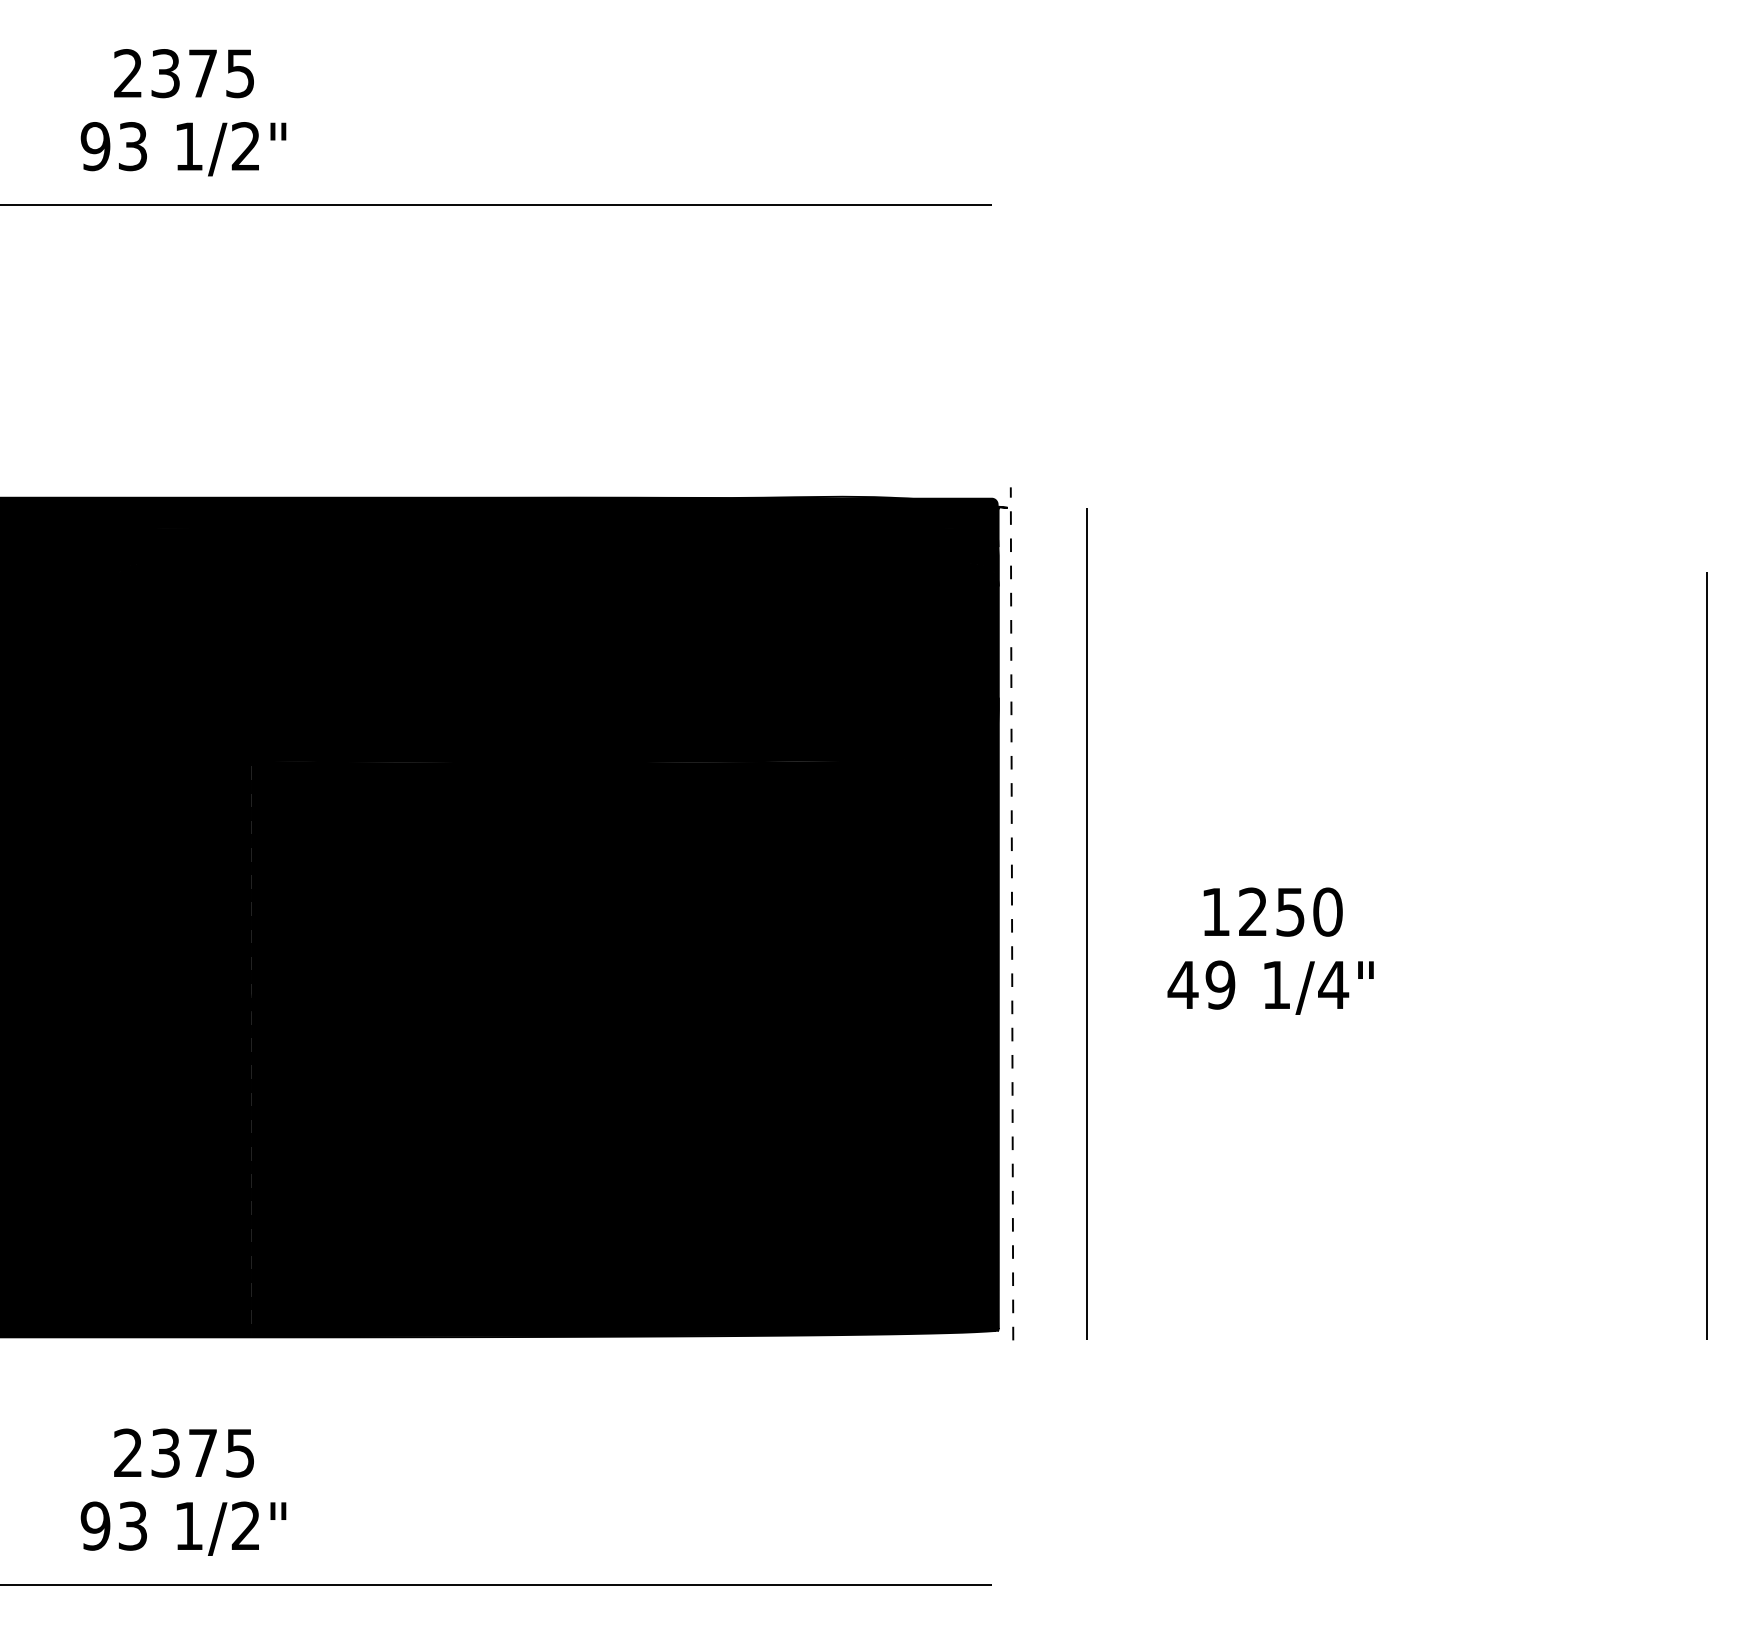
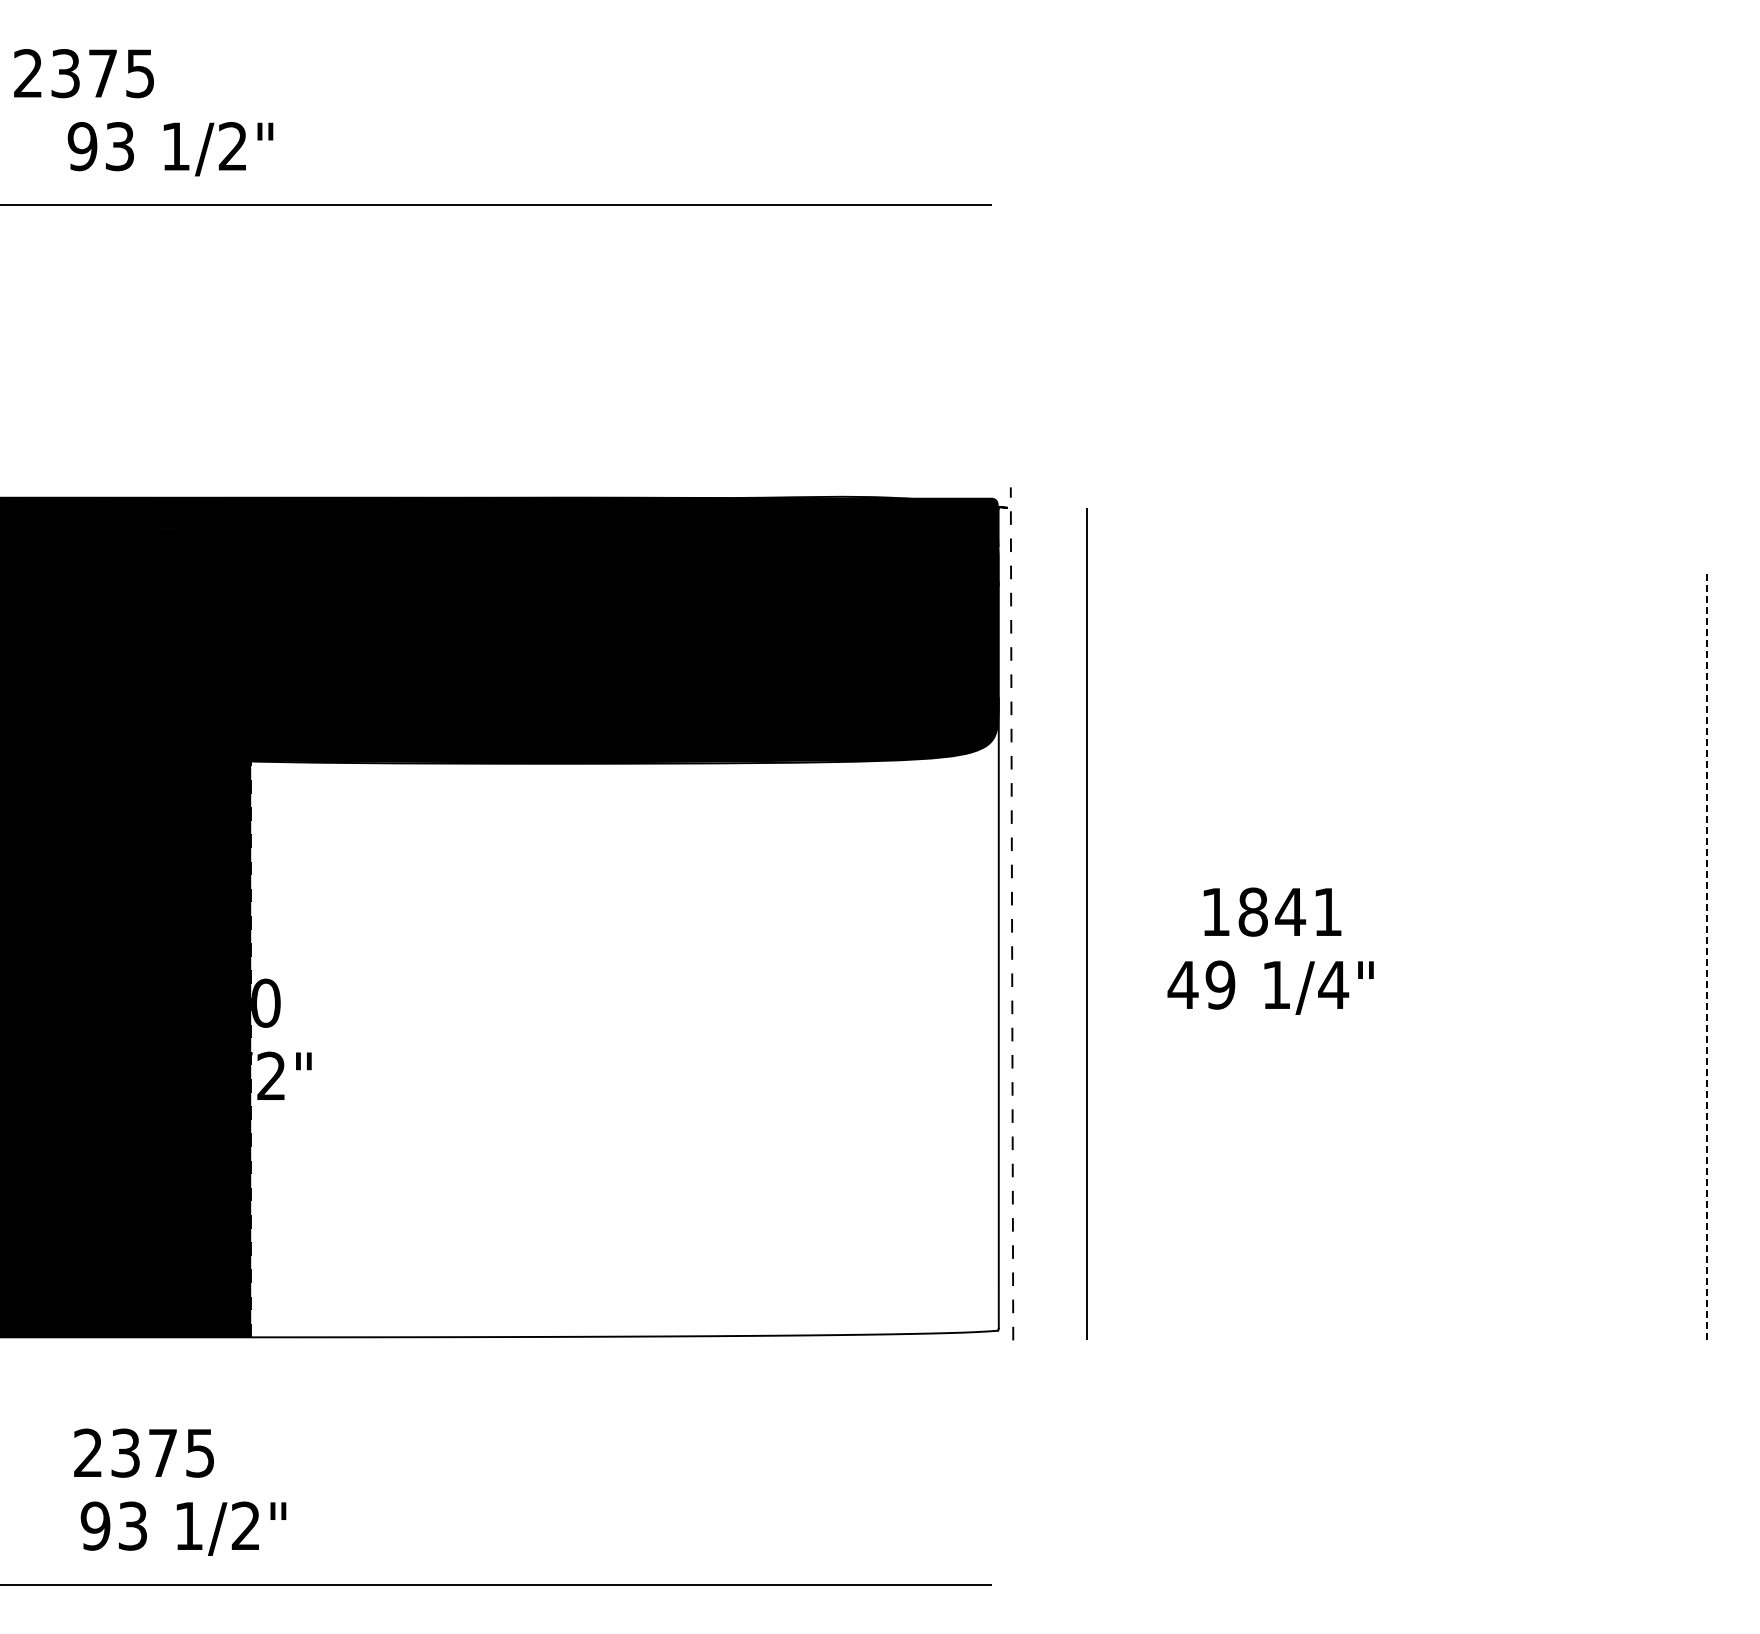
text at (183, 73) position: (183, 73) -> (83, 73)
text at (183, 149) position: (183, 149) -> (170, 149)
text at (1290, 911): 1250 -> 1841
line at (1707, 956): solid -> dashed
fill at (624, 1019): present -> none
text at (183, 1452) position: (183, 1452) -> (143, 1452)
